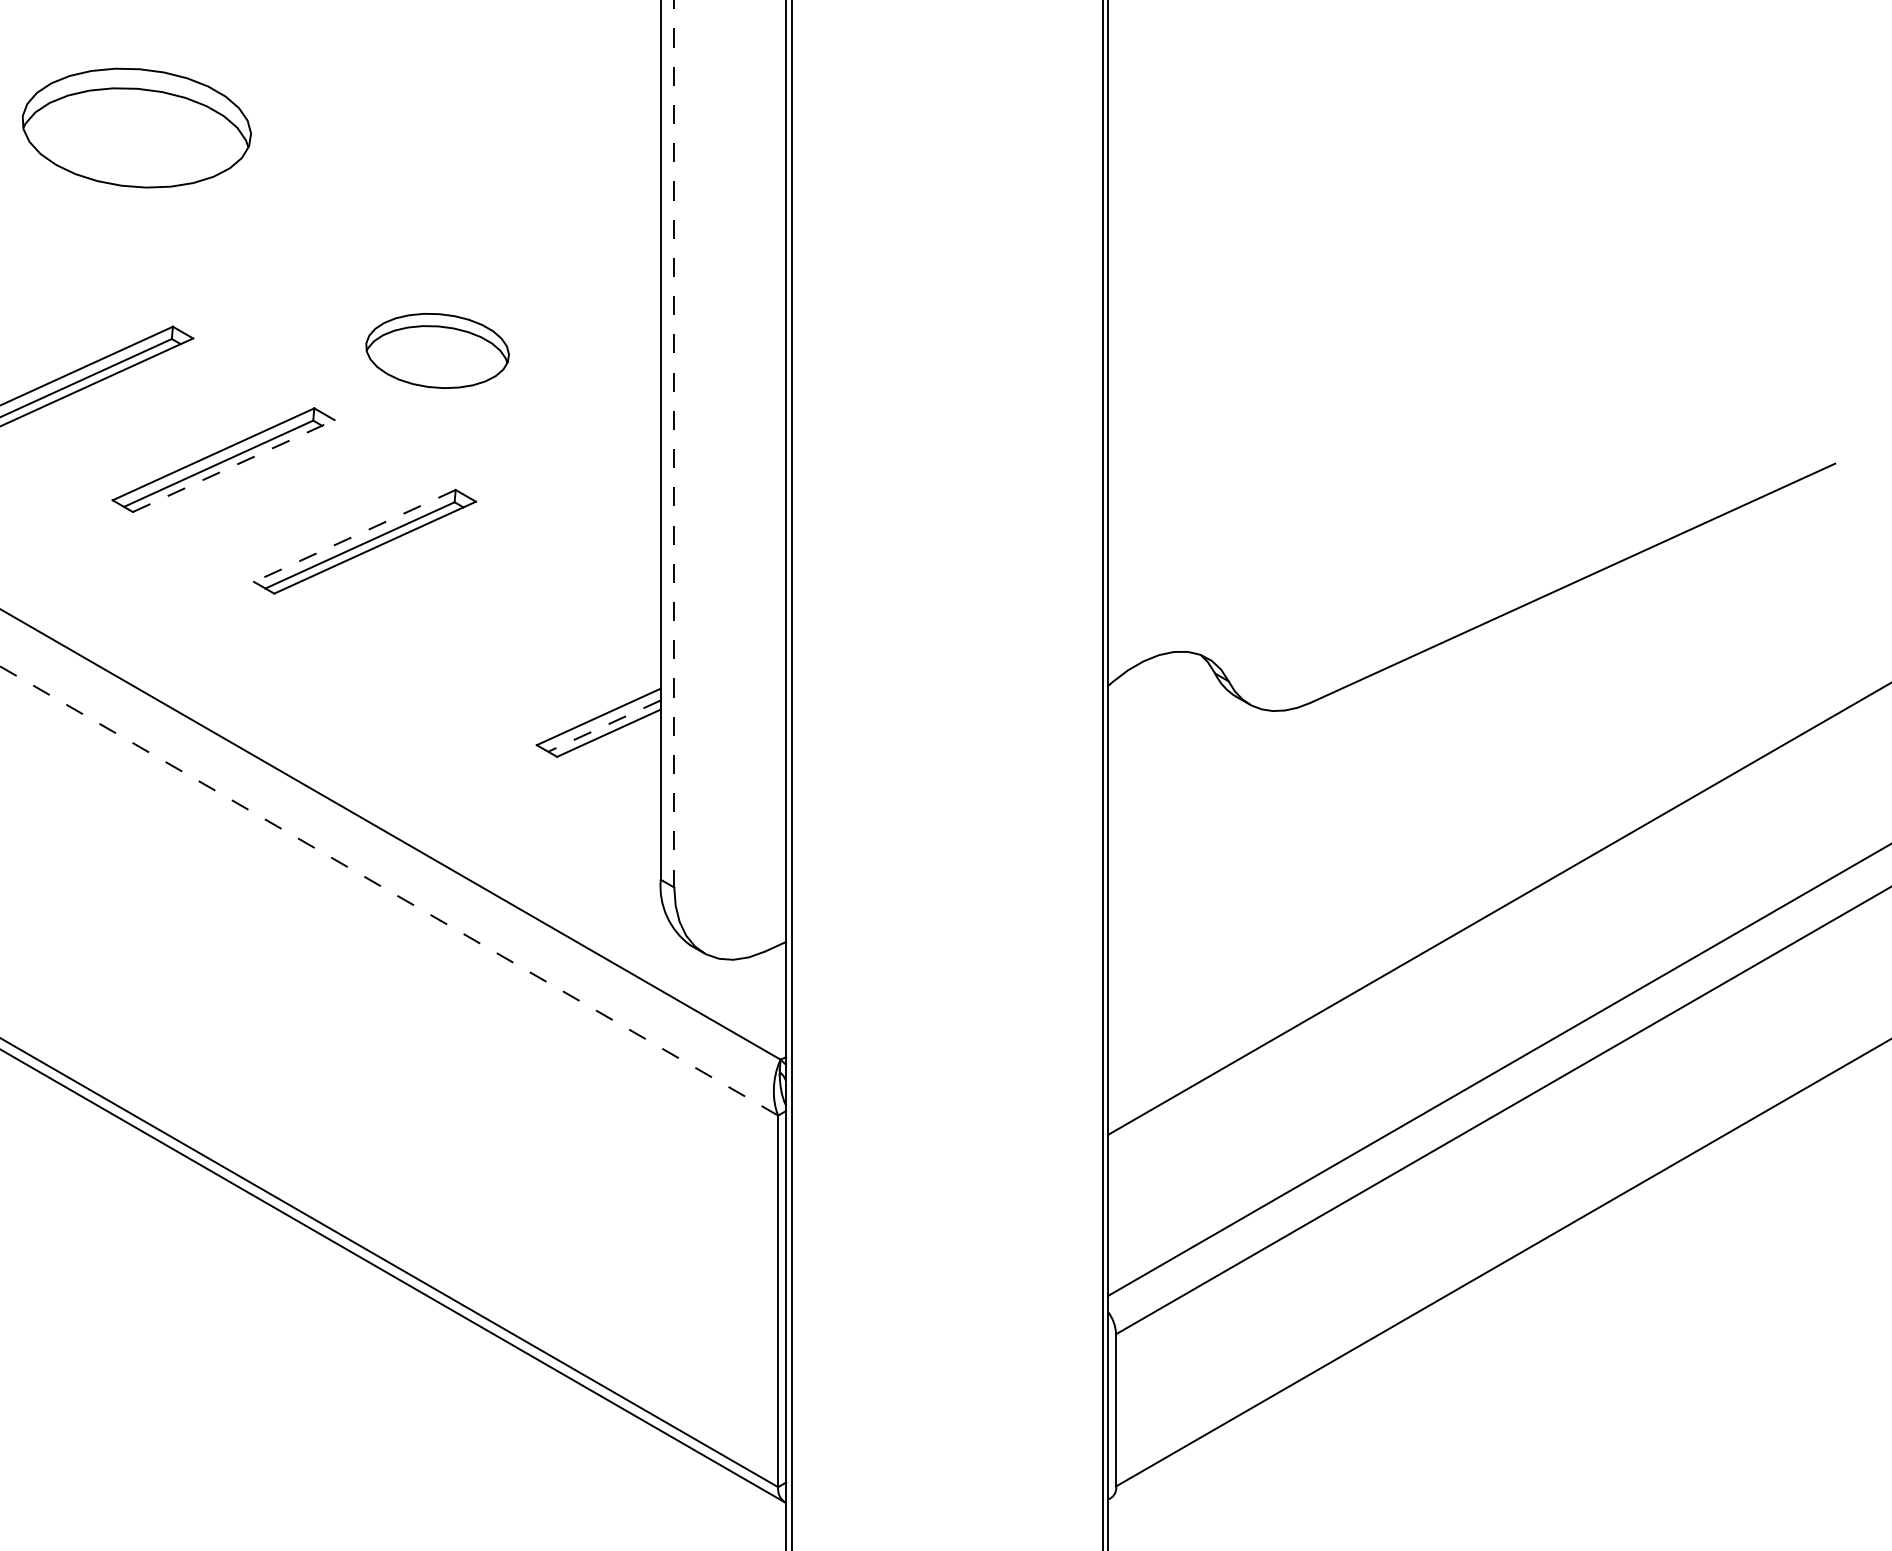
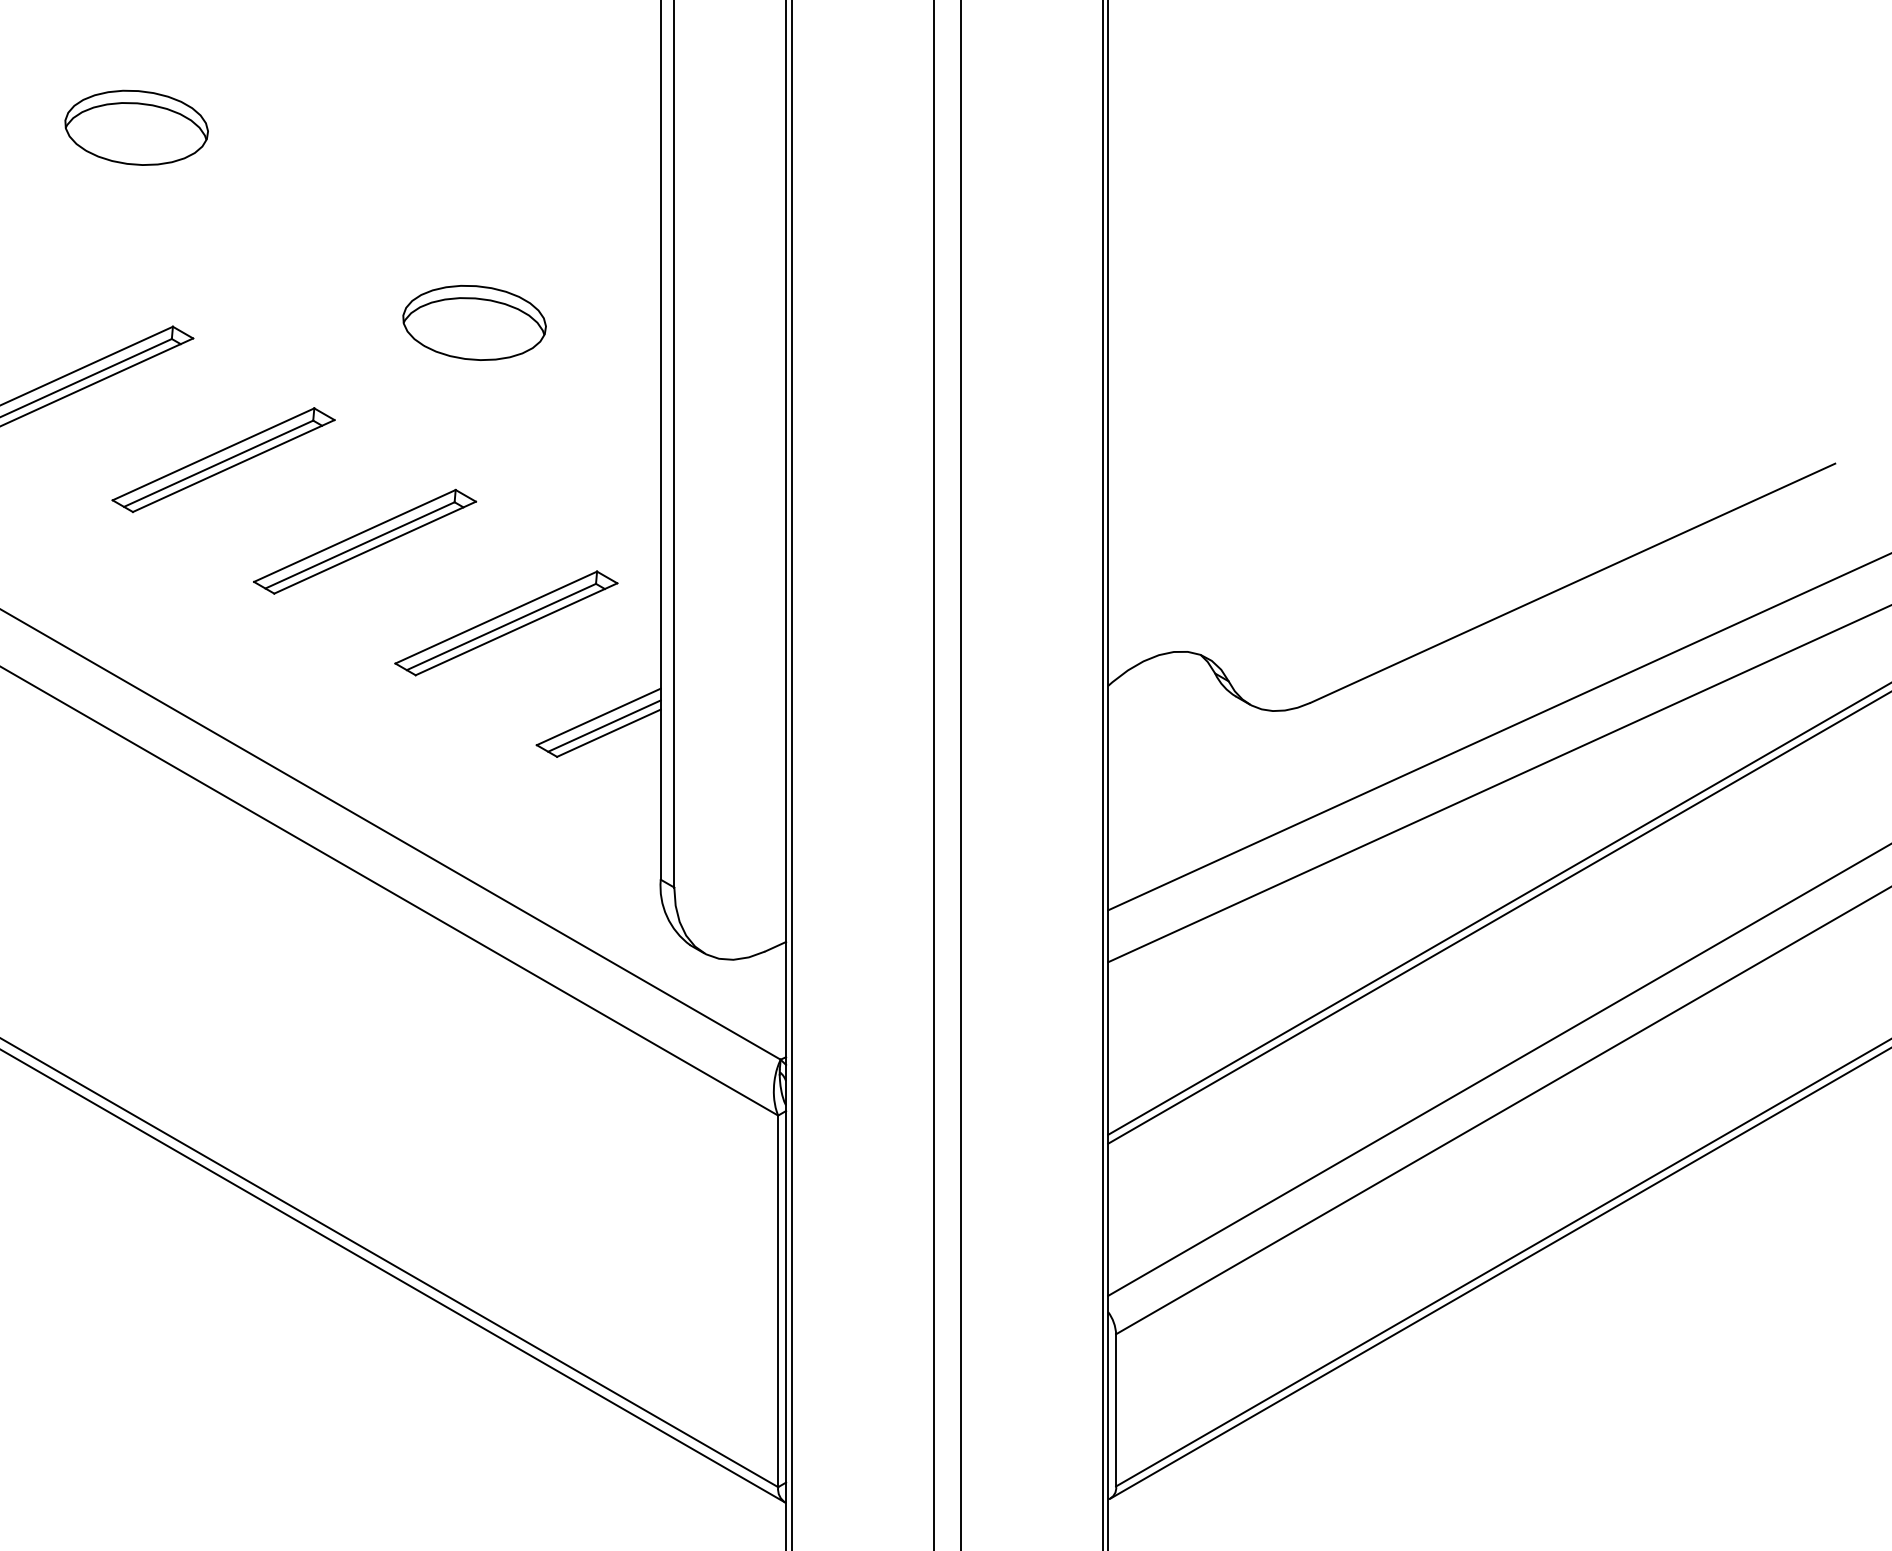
part at (136, 127) size: 231x122 px -> 145x77 px
part at (437, 350) position: (437, 350) -> (474, 322)
line at (674, 443): dashed -> solid
line at (233, 466): dashed -> solid
line at (354, 535): dashed -> solid
part at (506, 623): none -> present
line at (604, 726): dashed -> solid
line at (1498, 732): none -> present
line at (933, 774): none -> present
line at (960, 774): none -> present
line at (1498, 784): none -> present
line at (388, 890): dashed -> solid
line at (1498, 918): none -> present
line at (1499, 1273): none -> present
